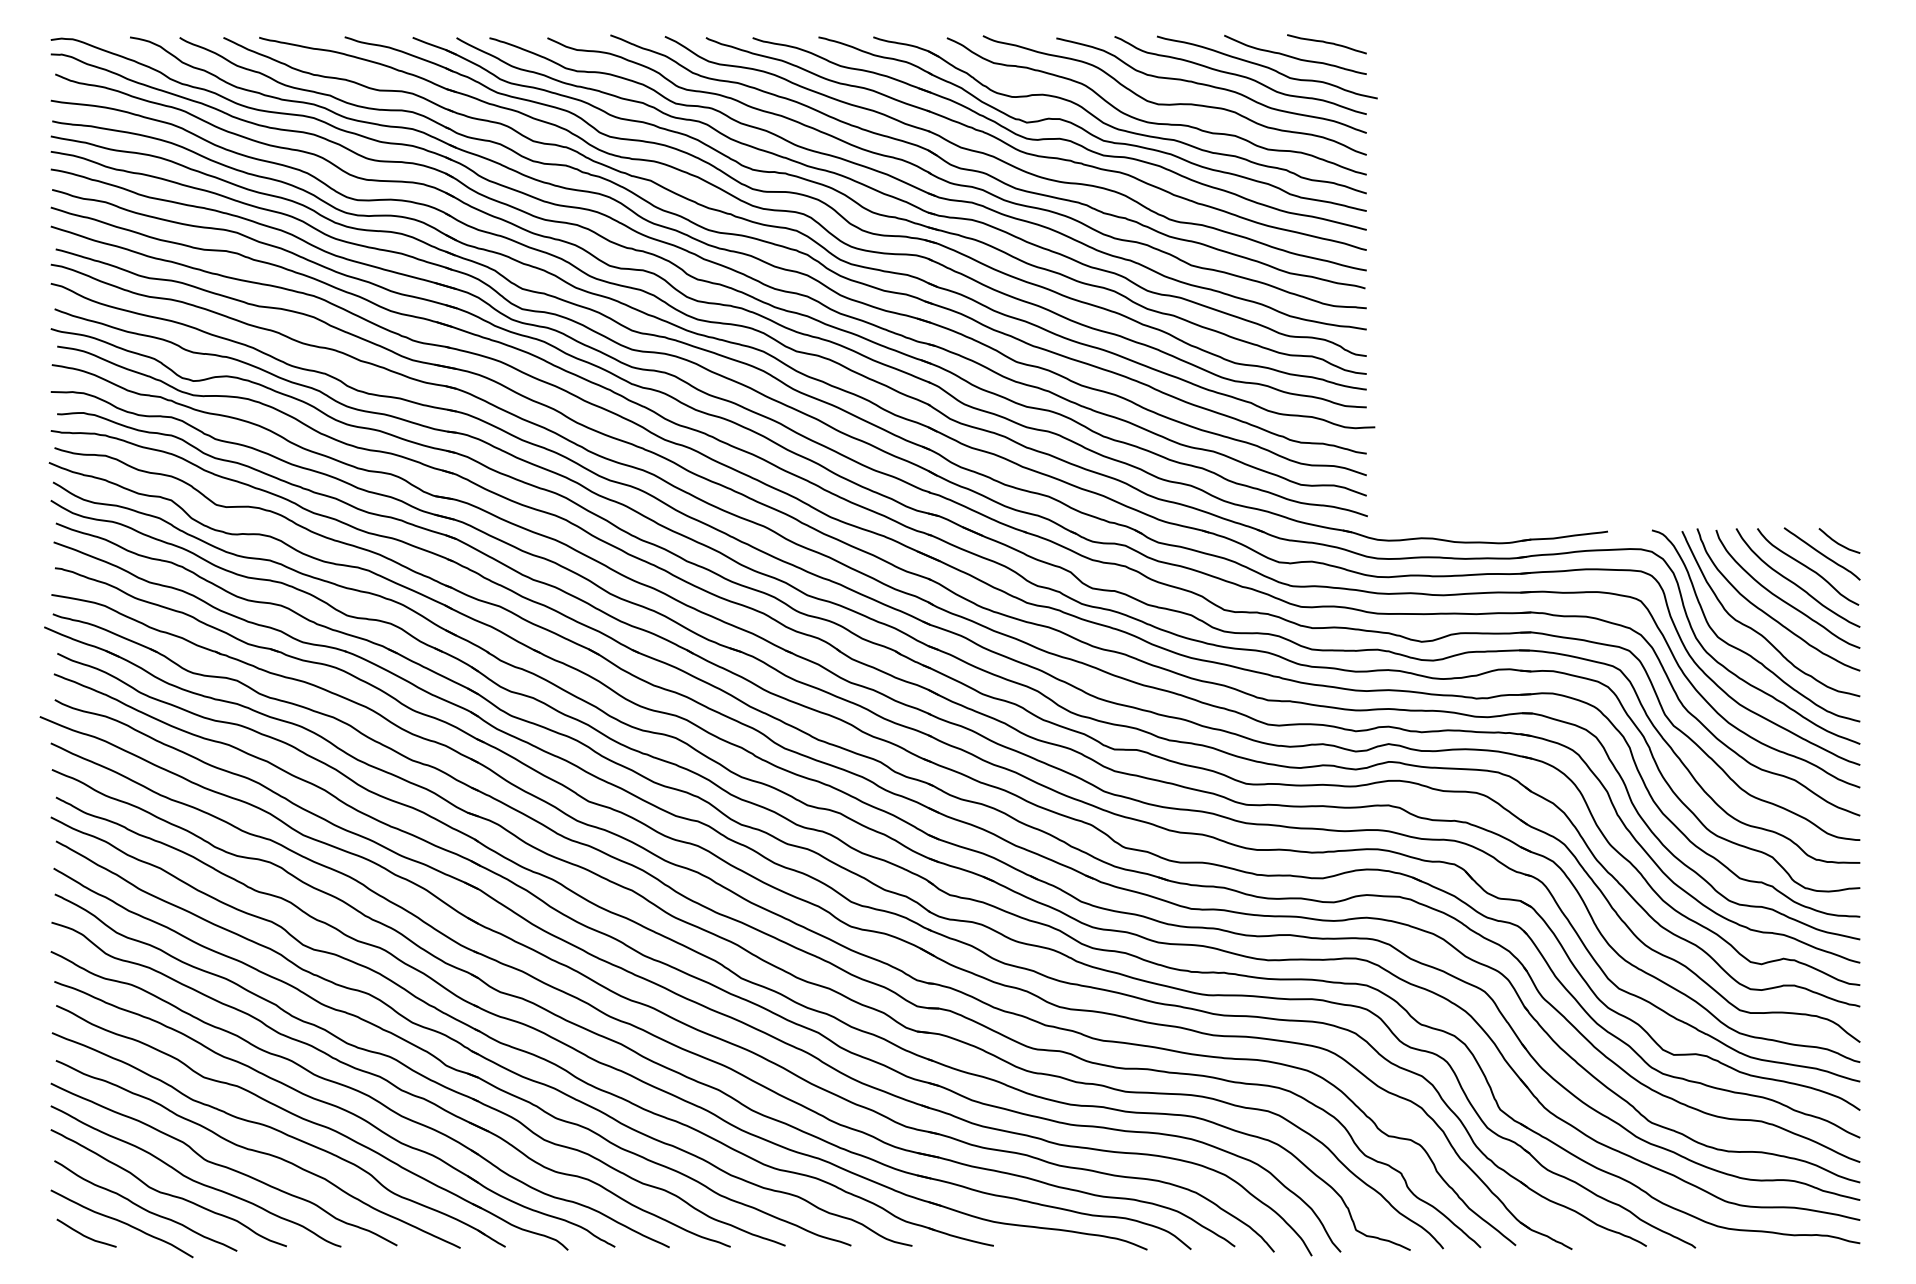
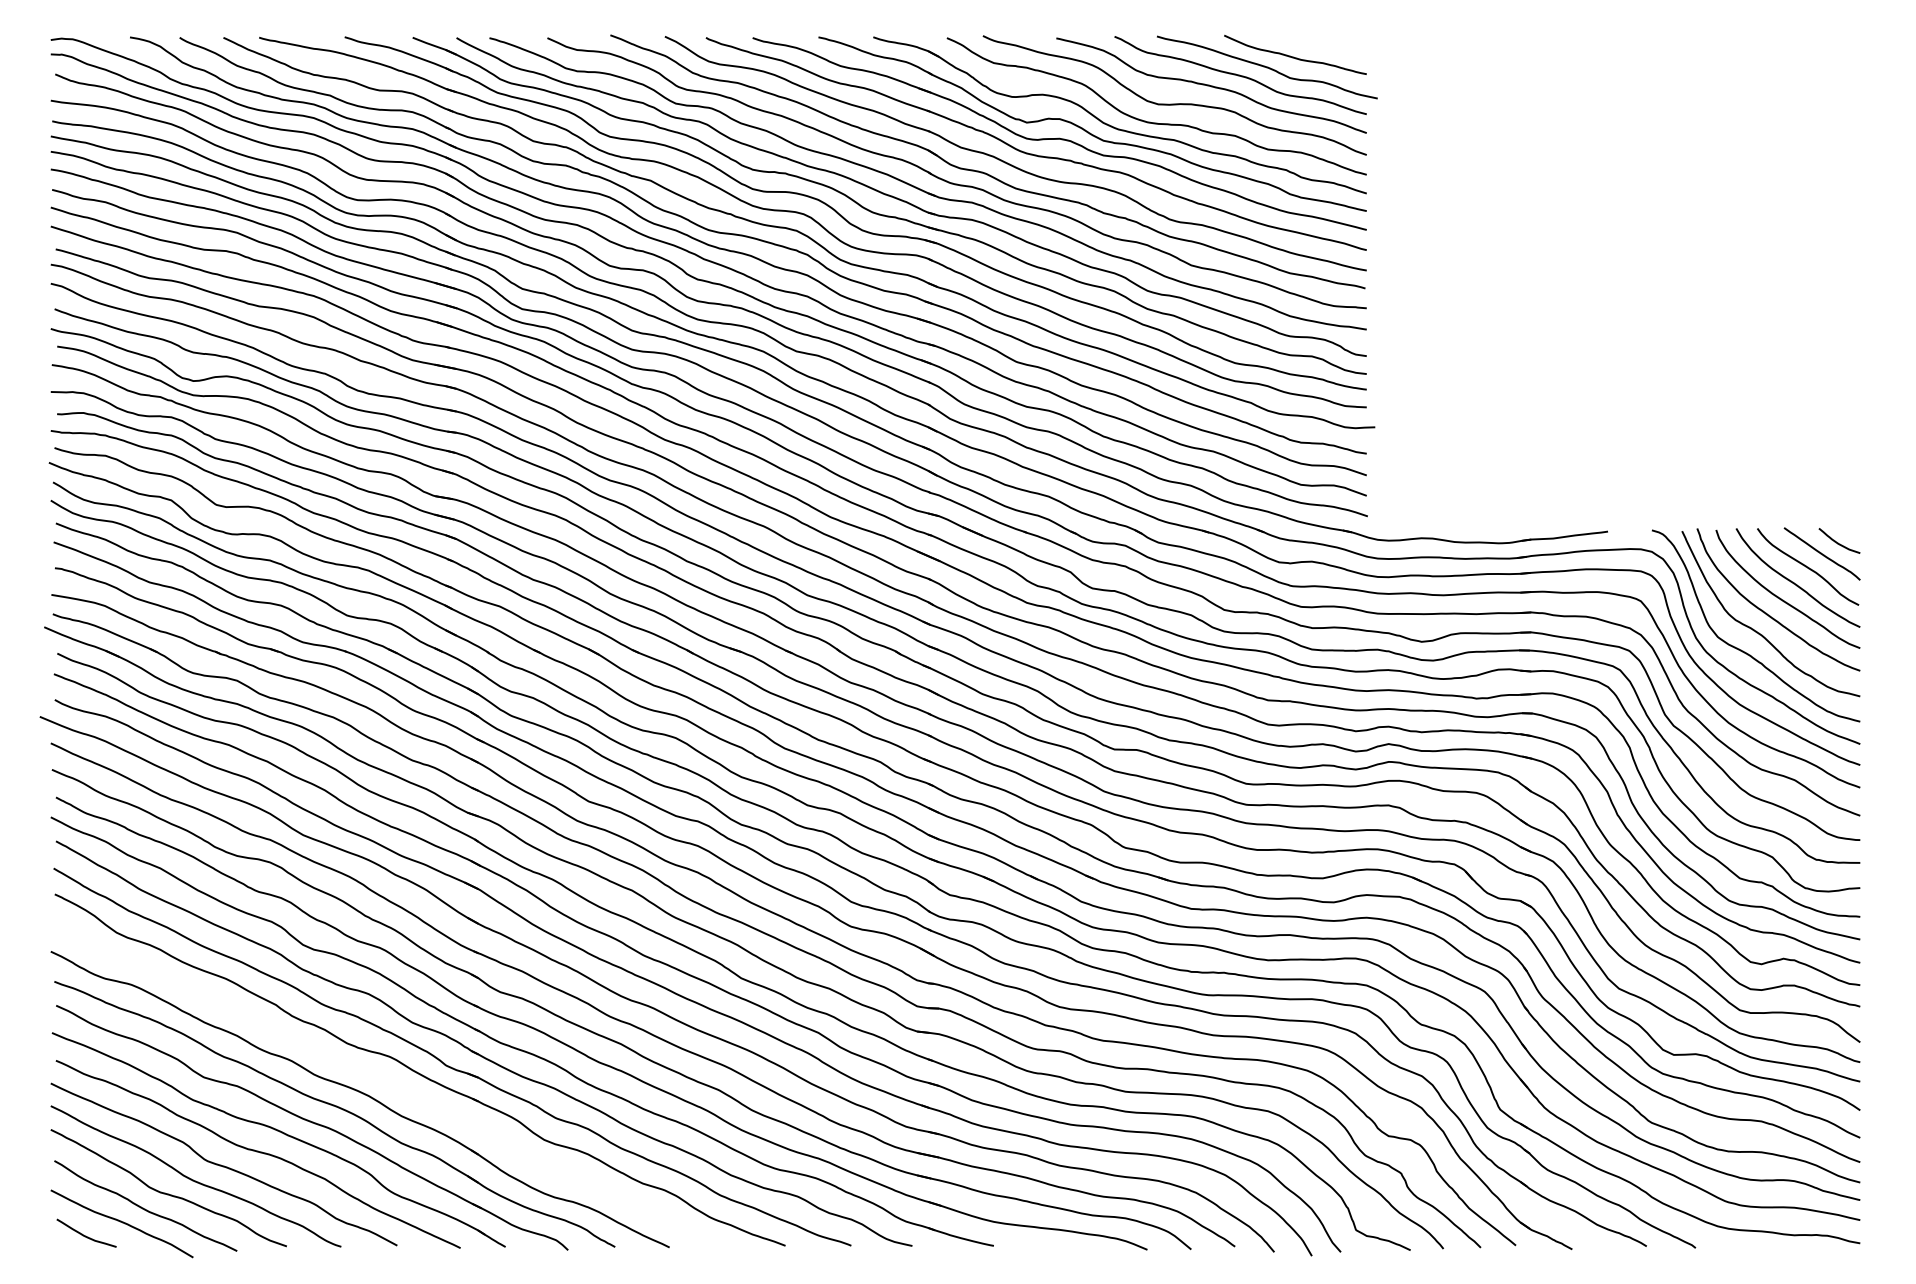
curve at (1326, 43): present -> none
part at (390, 1084): present -> none
